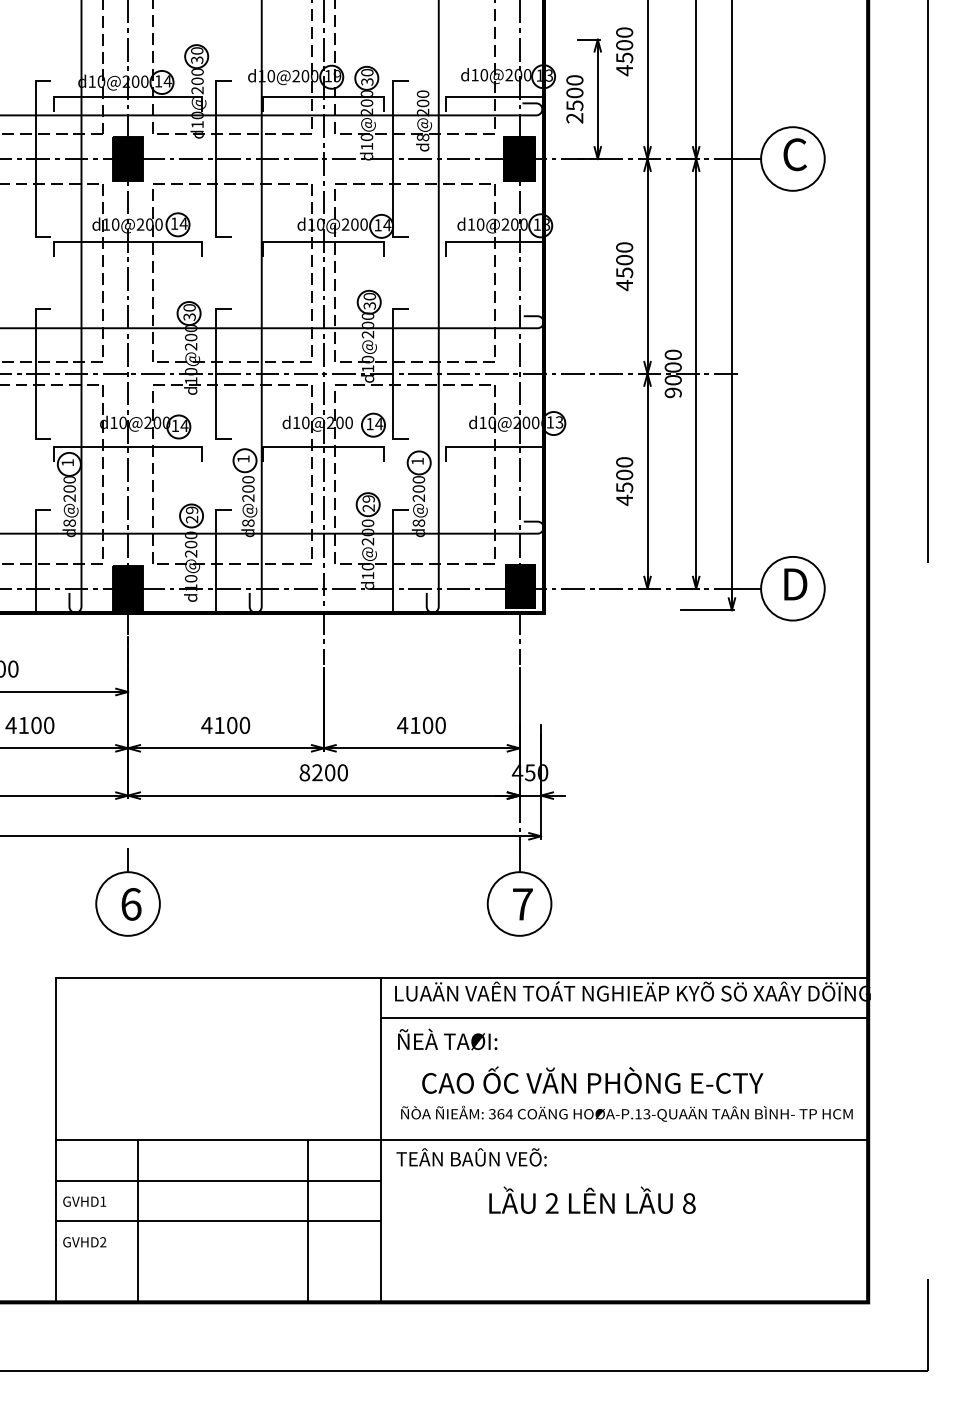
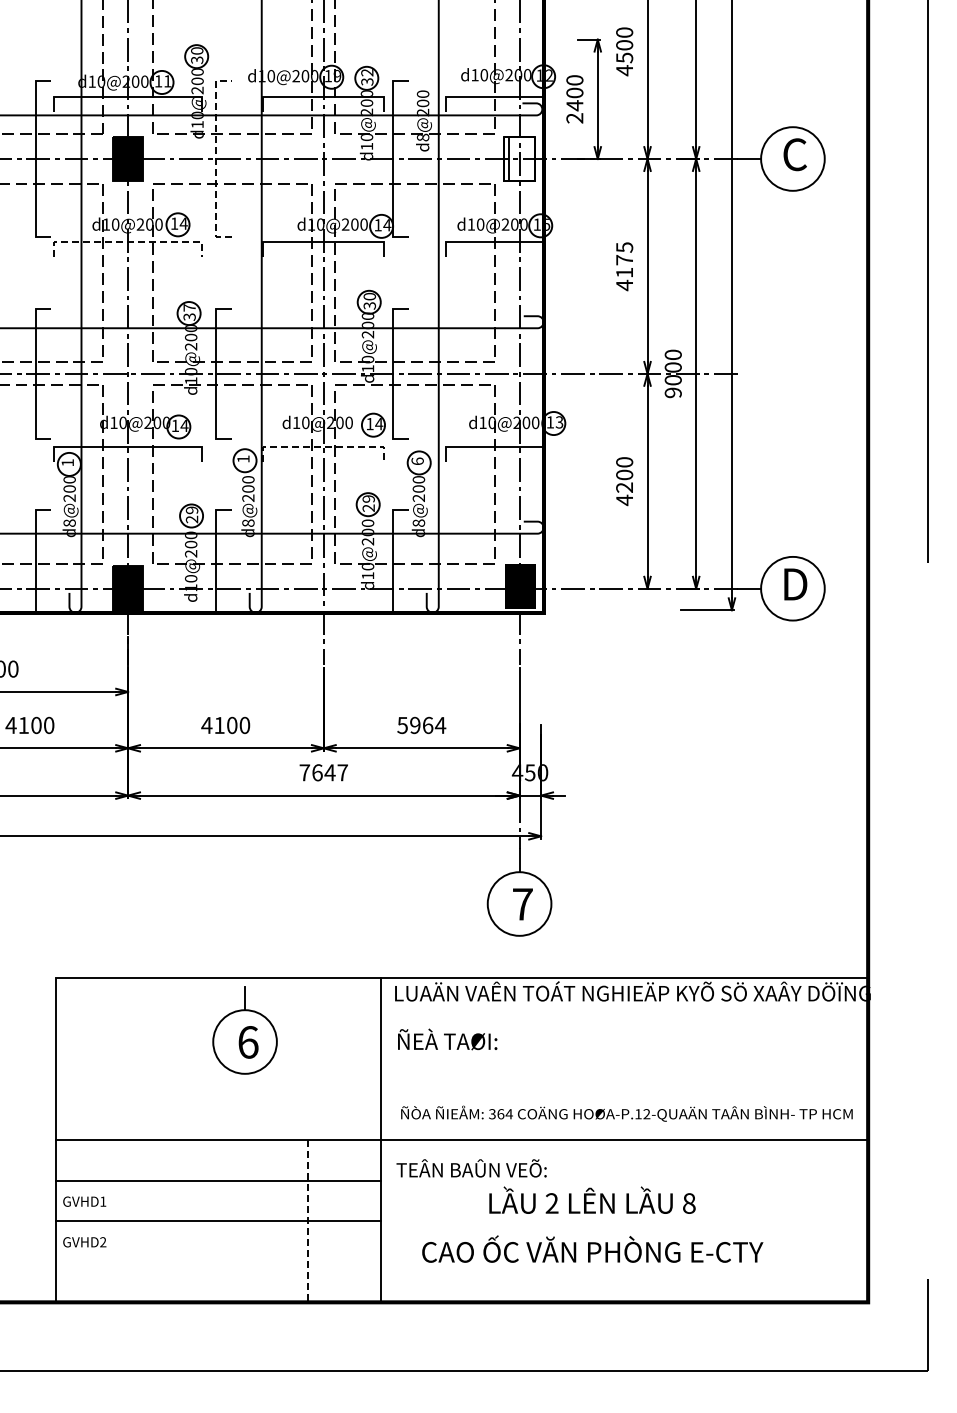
text at (367, 72): 30 -> 32
text at (549, 75): 13 -> 12
text at (167, 81): 14 -> 11
text at (574, 105): 2500 -> 2400
line at (216, 158): solid -> dashed
fill at (519, 158): present -> none
text at (548, 224): 13 -> 15
line at (128, 241): solid -> dashed
text at (624, 260): 4500 -> 4175
text at (189, 307): 30 -> 37
line at (323, 447): solid -> dashed
text at (417, 460): 1 -> 6
text at (624, 487): 4500 -> 4200
text at (421, 725): 4100 -> 5964
text at (323, 772): 8200 -> 7647
part at (127, 892) position: (127, 892) -> (244, 1030)
line at (624, 1018): present -> none
text at (592, 1079) position: (592, 1079) -> (592, 1248)
text at (646, 1114): HOØA-P.13-QUAÄN -> HOØA-P.12-QUAÄN
text at (471, 1157) position: (471, 1157) -> (471, 1168)
line at (137, 1221): present -> none
line at (308, 1221): solid -> dashed
